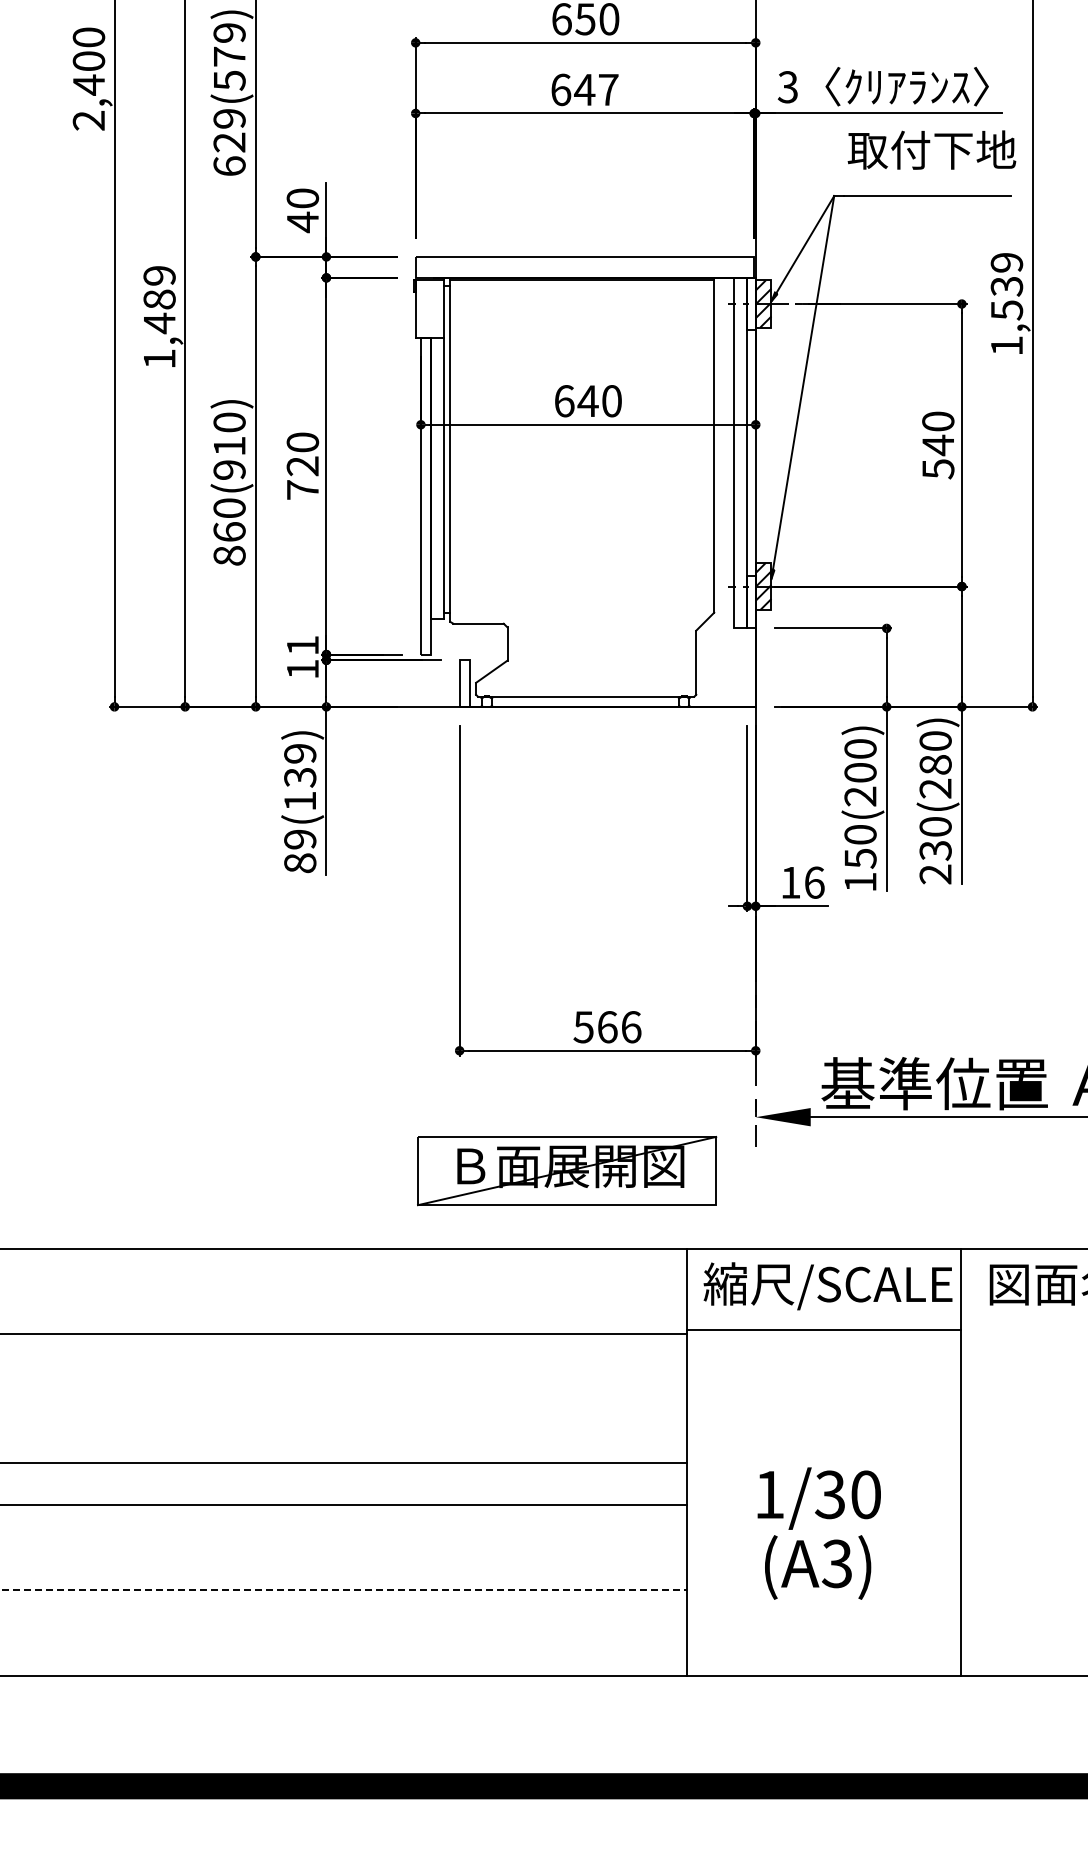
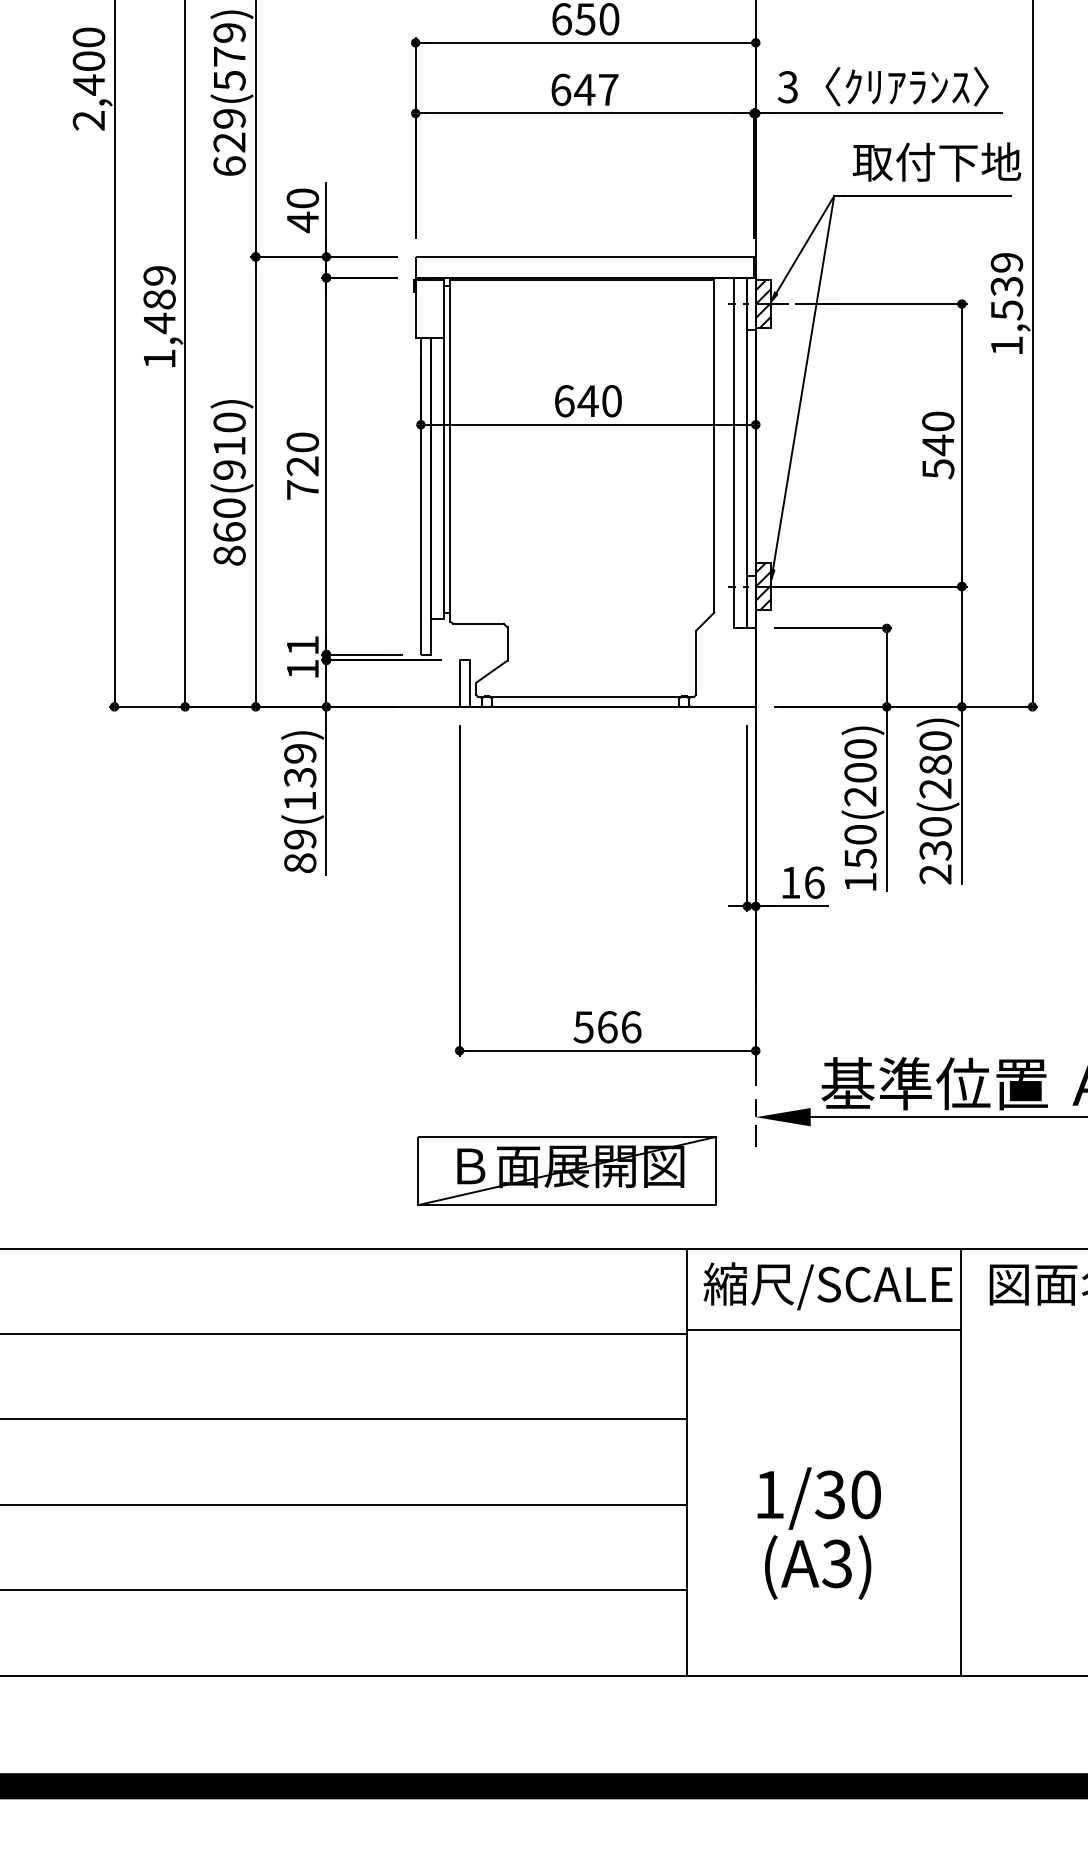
text at (931, 149) position: (931, 149) -> (936, 161)
line at (344, 1463) position: (344, 1463) -> (344, 1419)
line at (344, 1590): dashed -> solid
